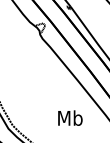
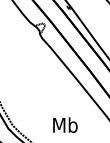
text at (70, 117) position: (70, 117) -> (65, 124)
